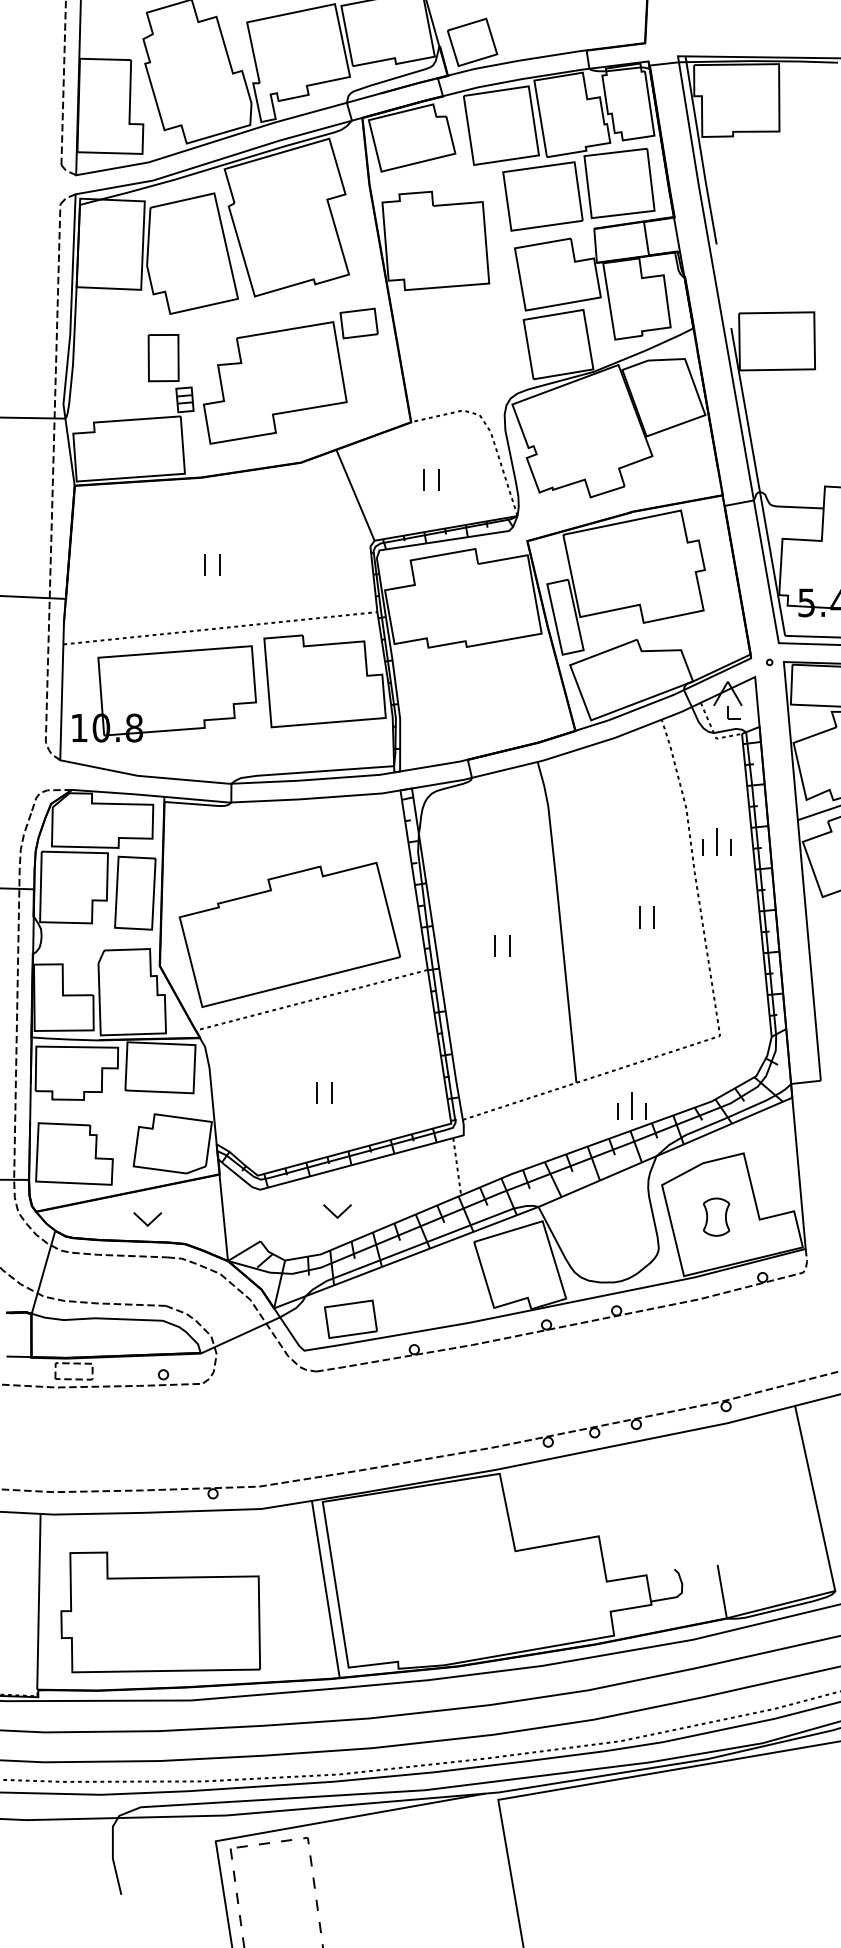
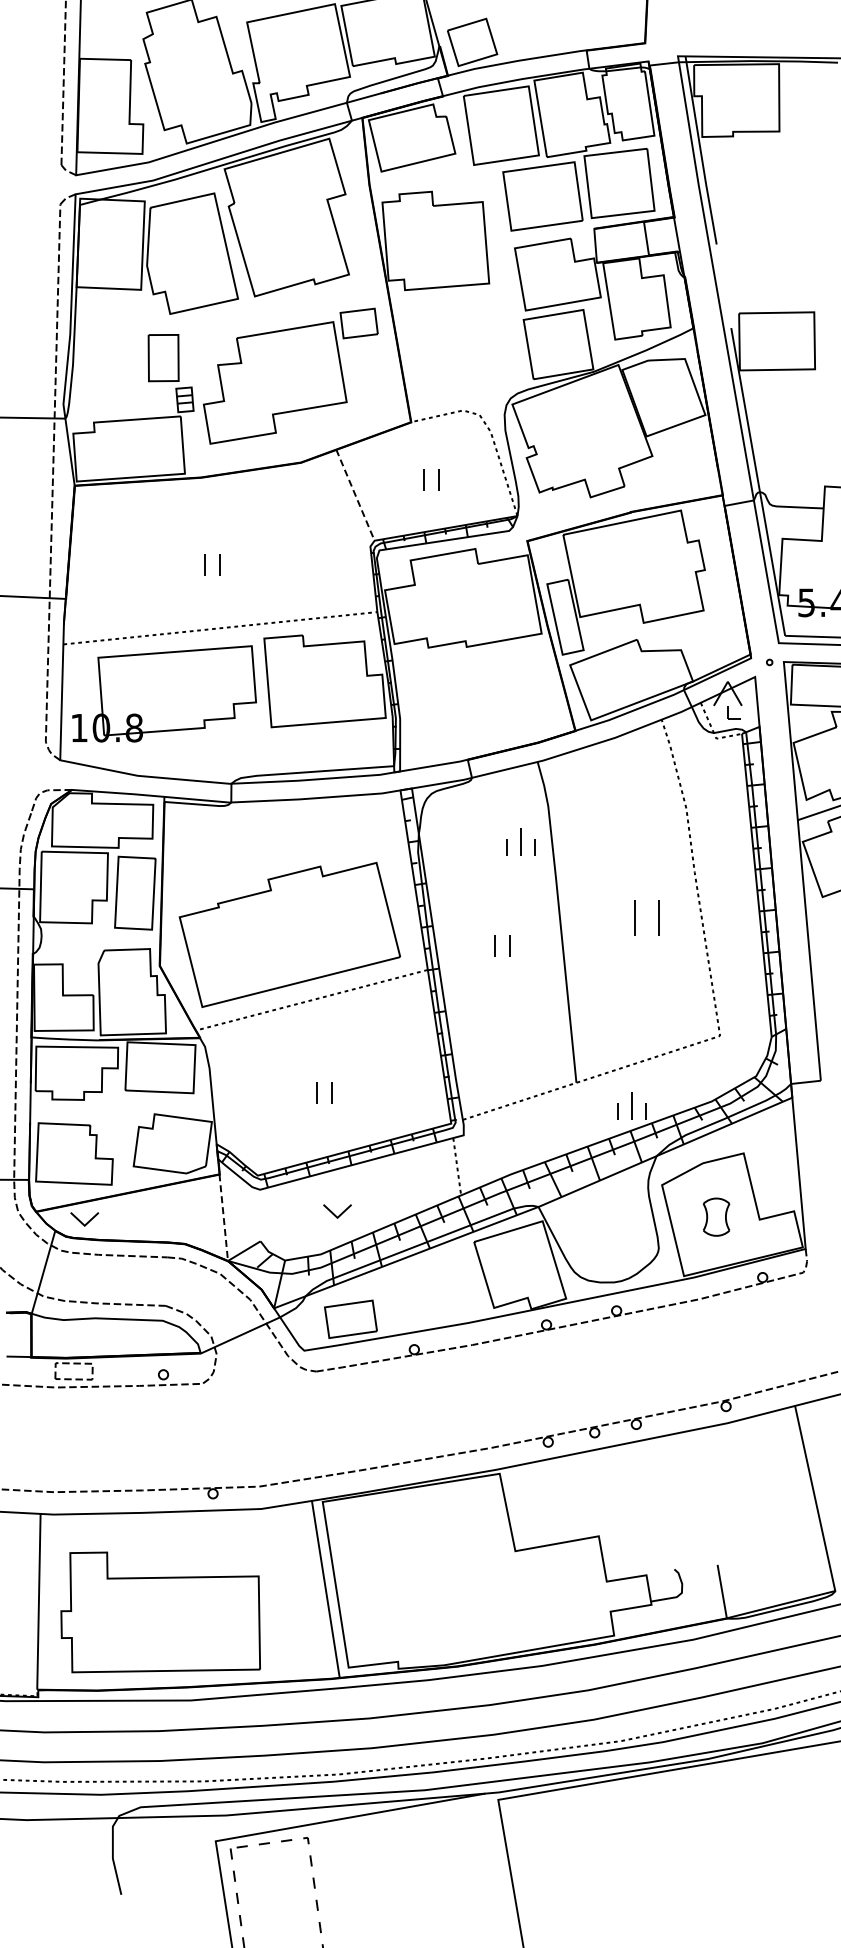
line at (355, 495): solid -> dashed
part at (716, 841) position: (716, 841) -> (520, 841)
part at (646, 917) size: 16x23 px -> 26x36 px
line at (223, 1217): solid -> dashed
part at (147, 1219) position: (147, 1219) -> (84, 1219)
